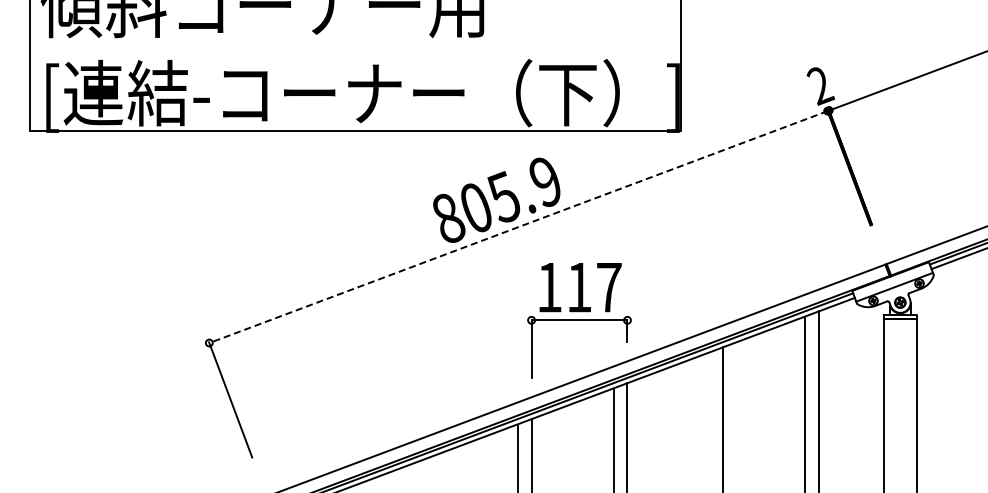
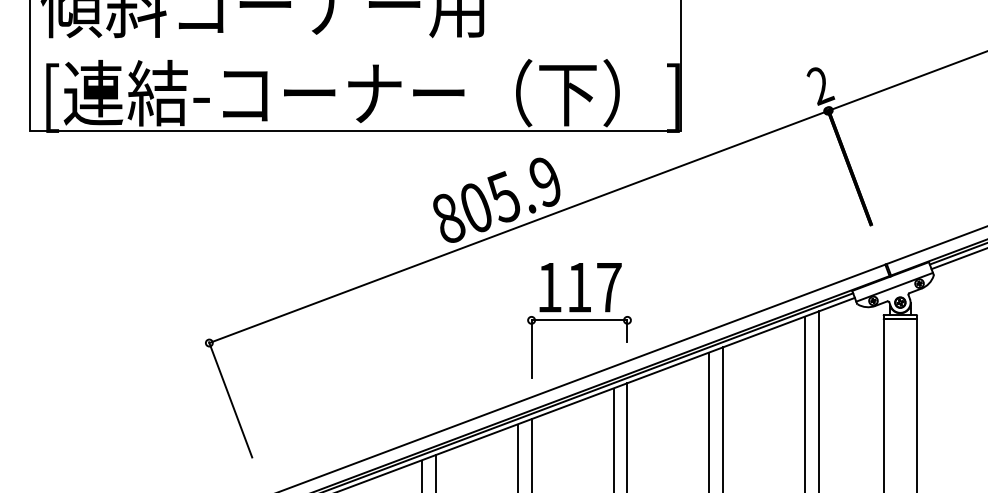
line at (518, 227): dashed -> solid
line at (709, 420): none -> present
line at (435, 472): none -> present
line at (421, 474): none -> present
